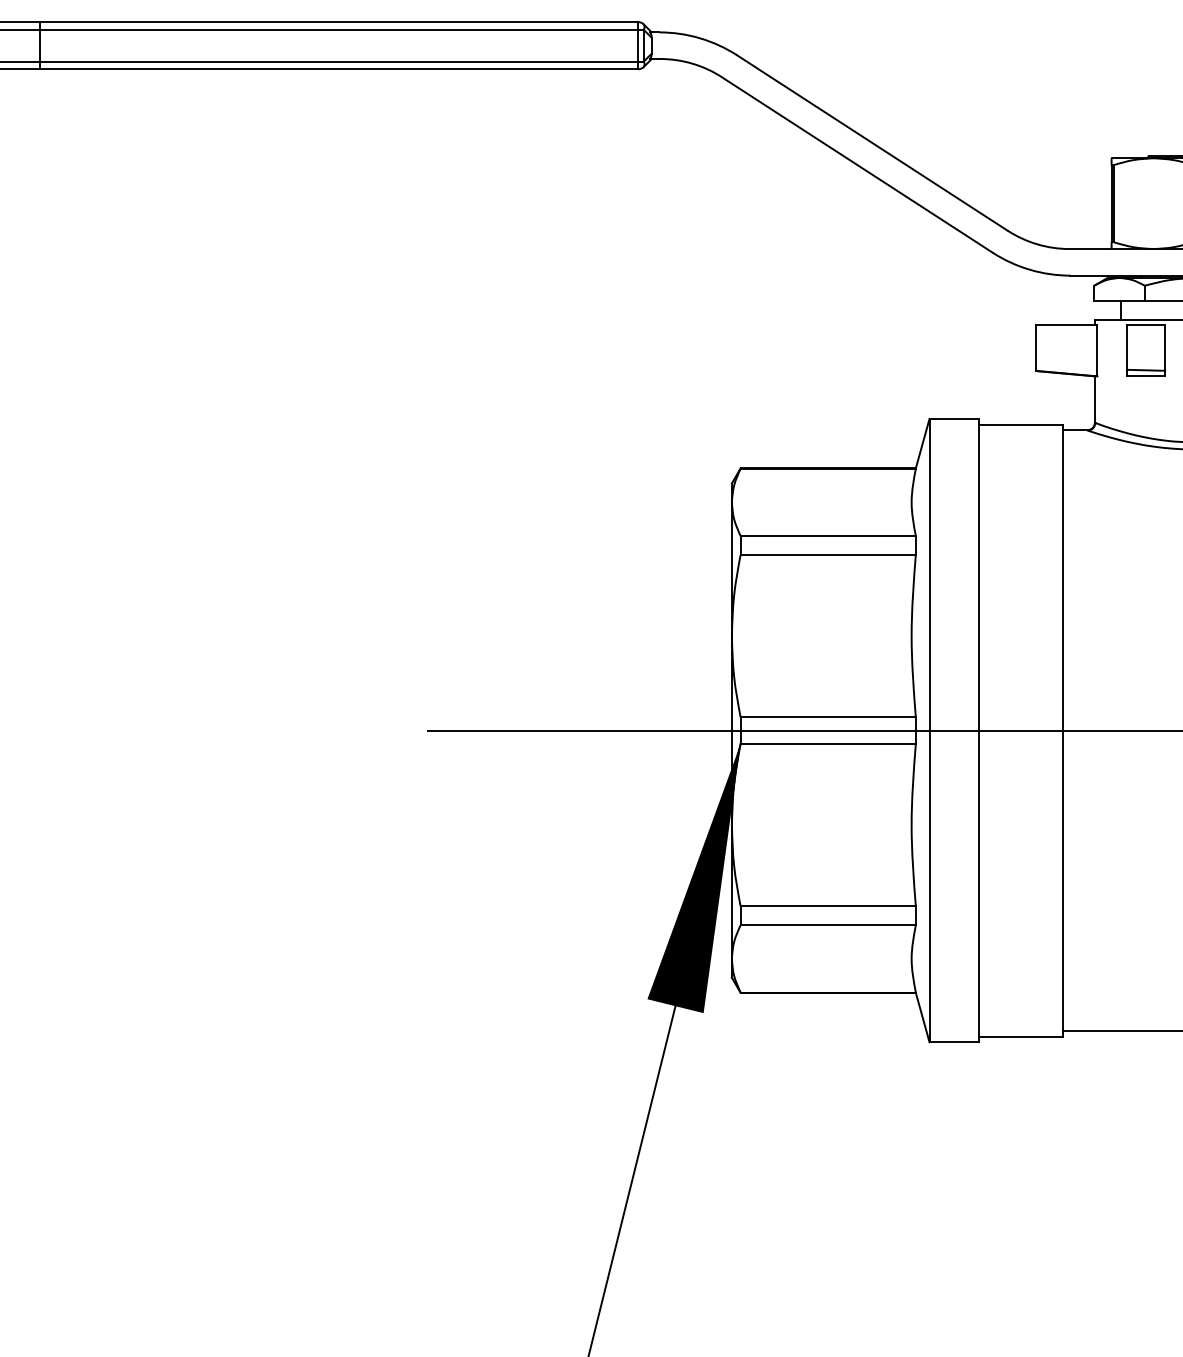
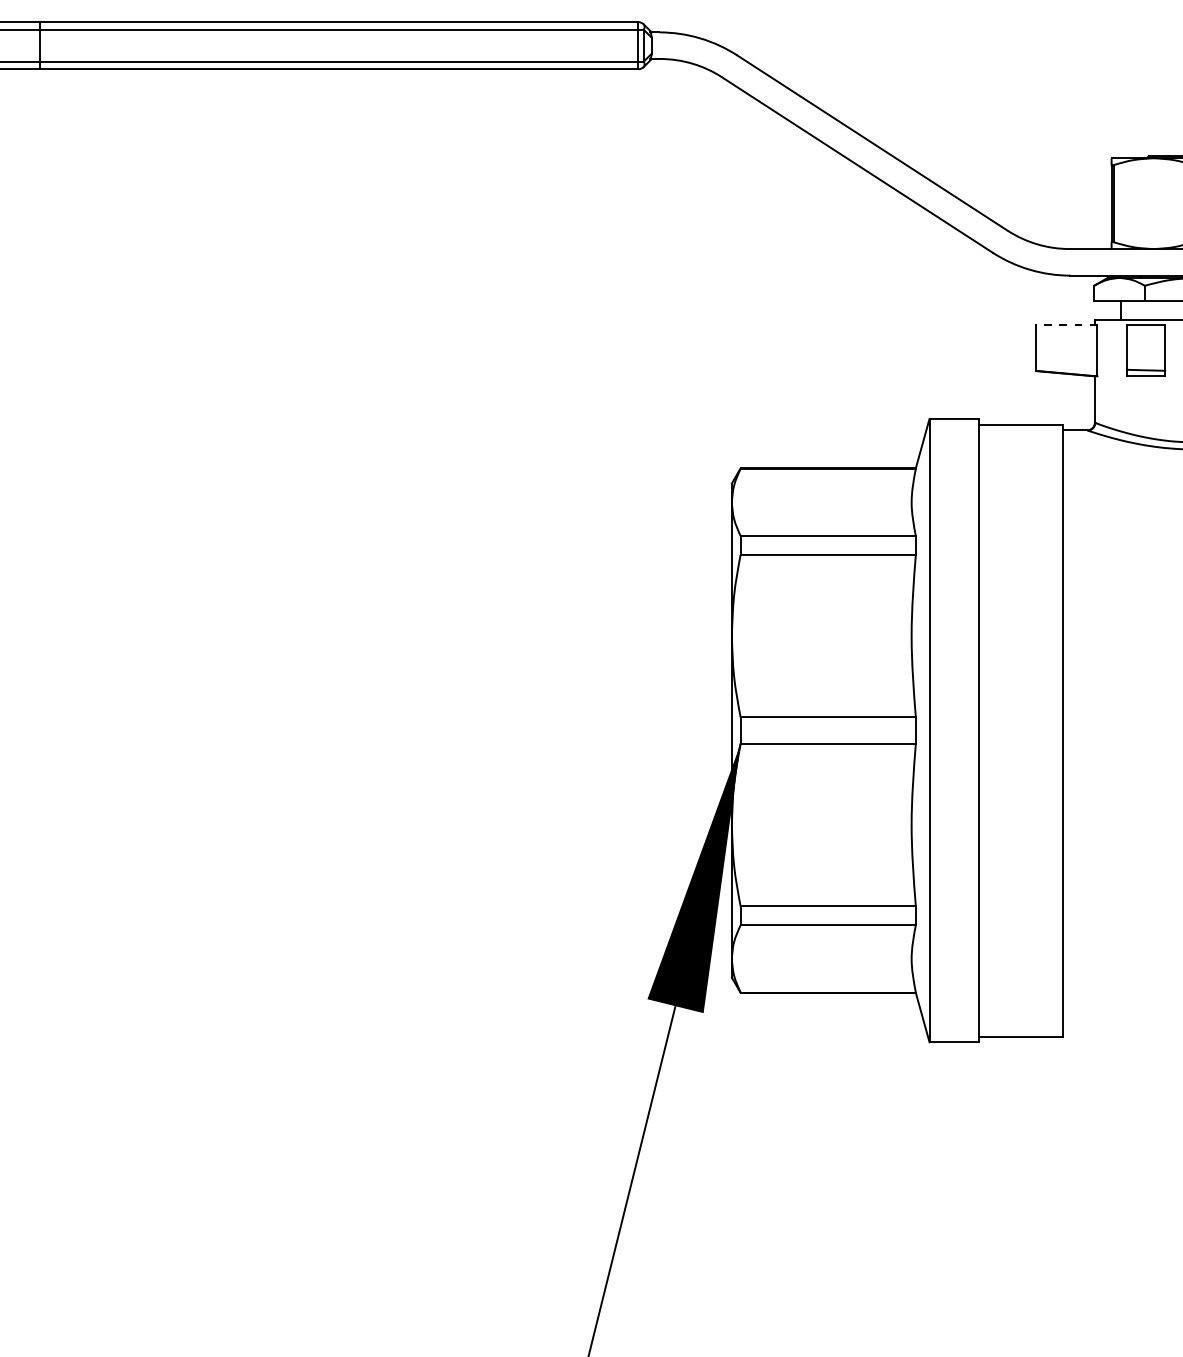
line at (1066, 325): solid -> dashed
line at (792, 730): present -> none
line at (1120, 1030): present -> none
